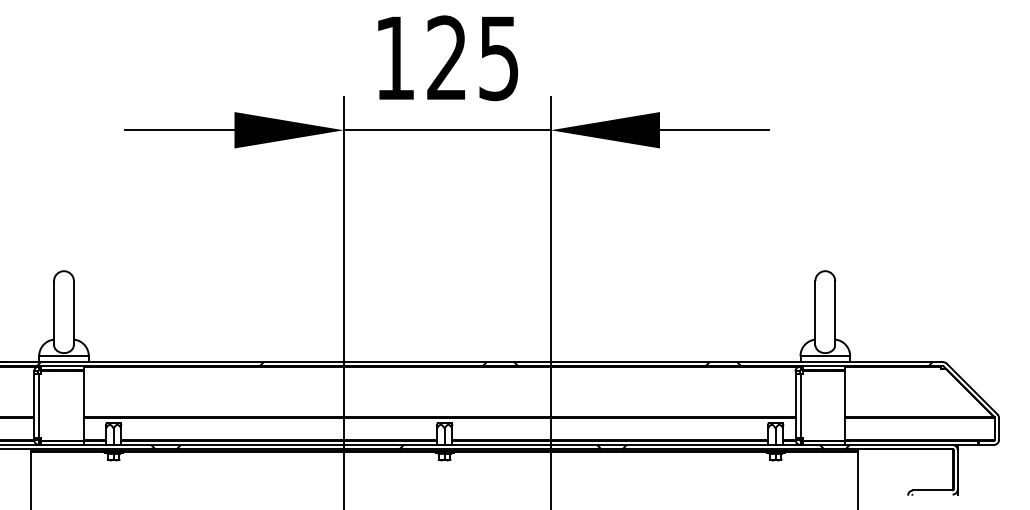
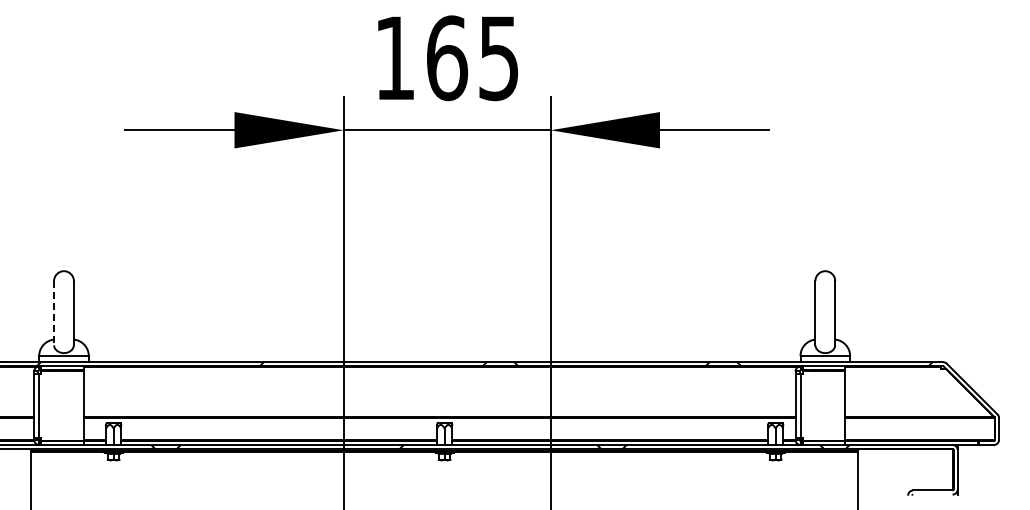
text at (447, 58): 125 -> 165
line at (54, 313): solid -> dashed
